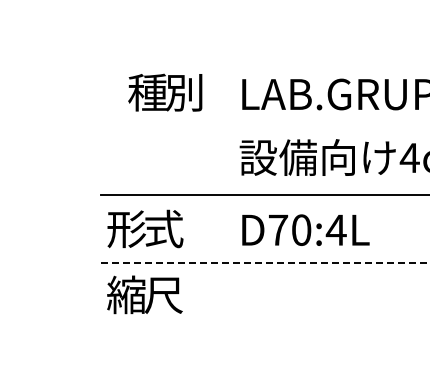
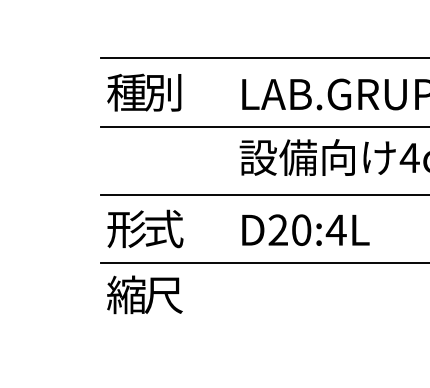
line at (263, 58): none -> present
text at (165, 92) position: (165, 92) -> (144, 92)
line at (263, 126): none -> present
text at (278, 229): D70:4L -> D20:4L
line at (265, 263): dashed -> solid
